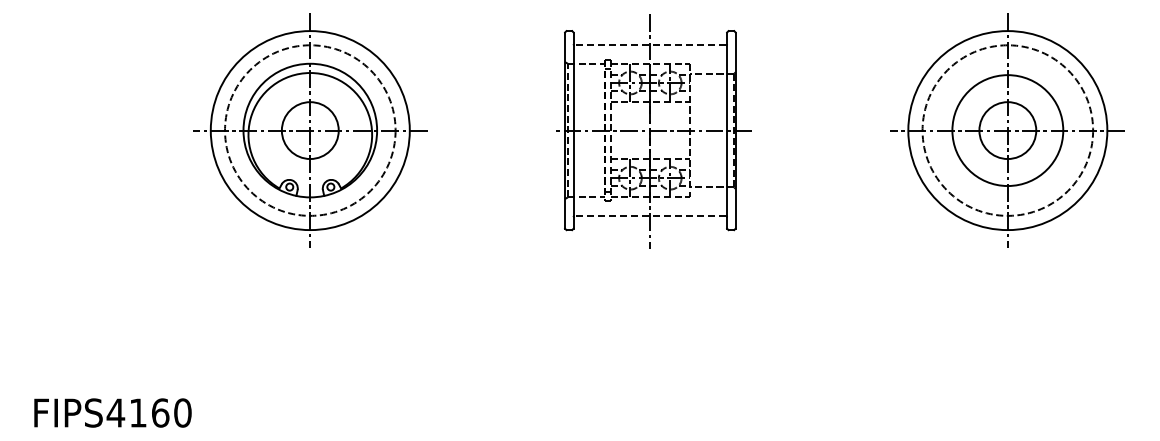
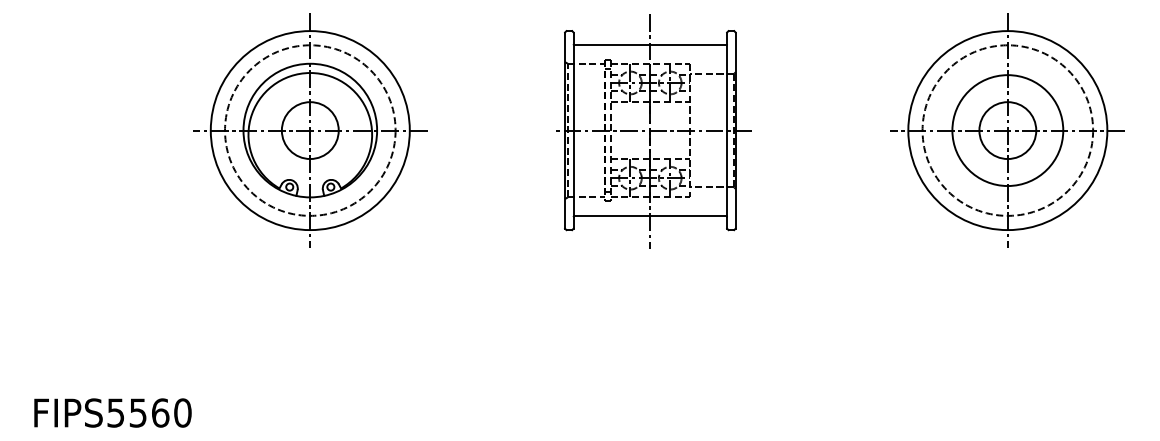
line at (650, 45): dashed -> solid
line at (650, 215): dashed -> solid
text at (126, 412): FIPS4160 -> FIPS5560
